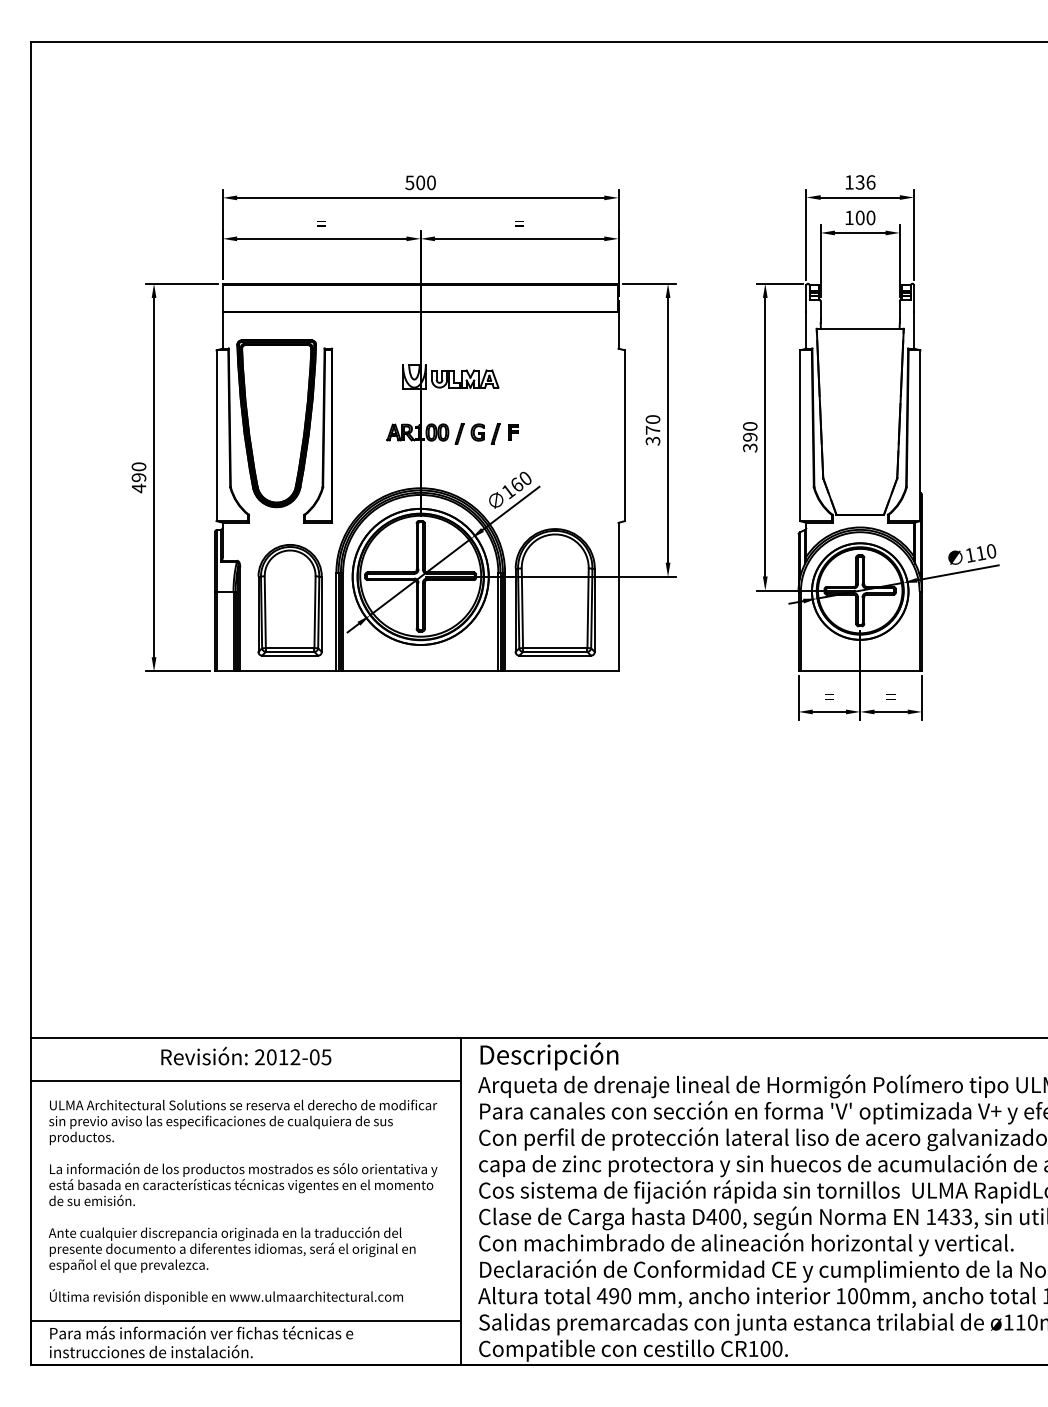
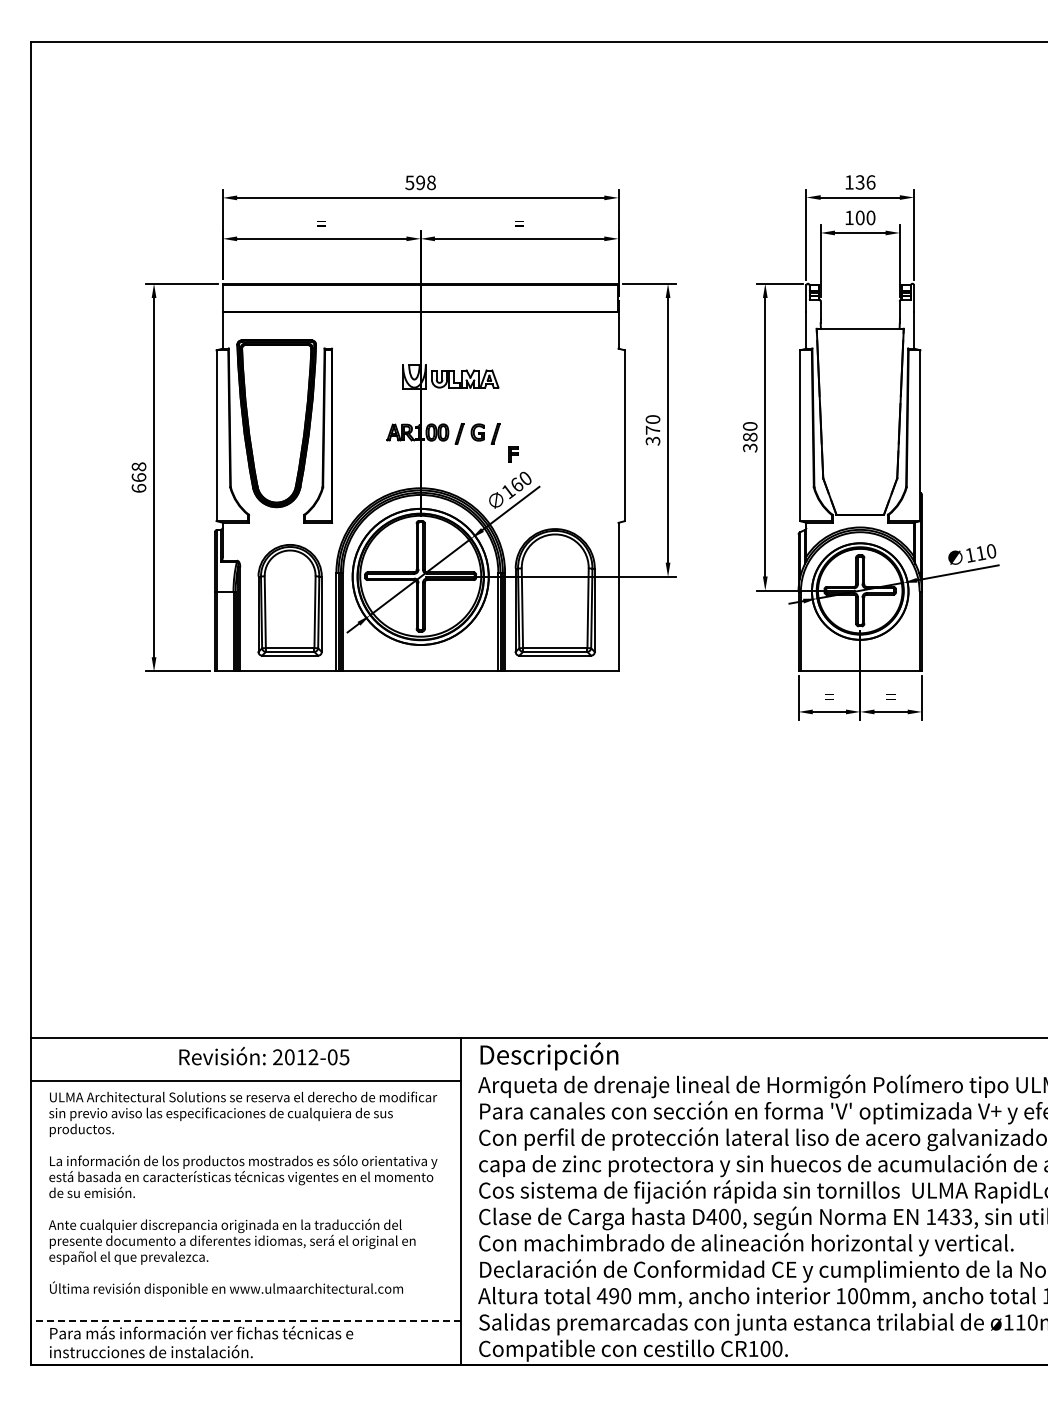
text at (425, 182): 500 -> 598
part at (513, 432) position: (513, 432) -> (513, 454)
text at (750, 436): 390 -> 380
text at (138, 477): 490 -> 668
text at (246, 1056) position: (246, 1056) -> (264, 1056)
text at (242, 1201) position: (242, 1201) -> (242, 1193)
line at (245, 1321): solid -> dashed
